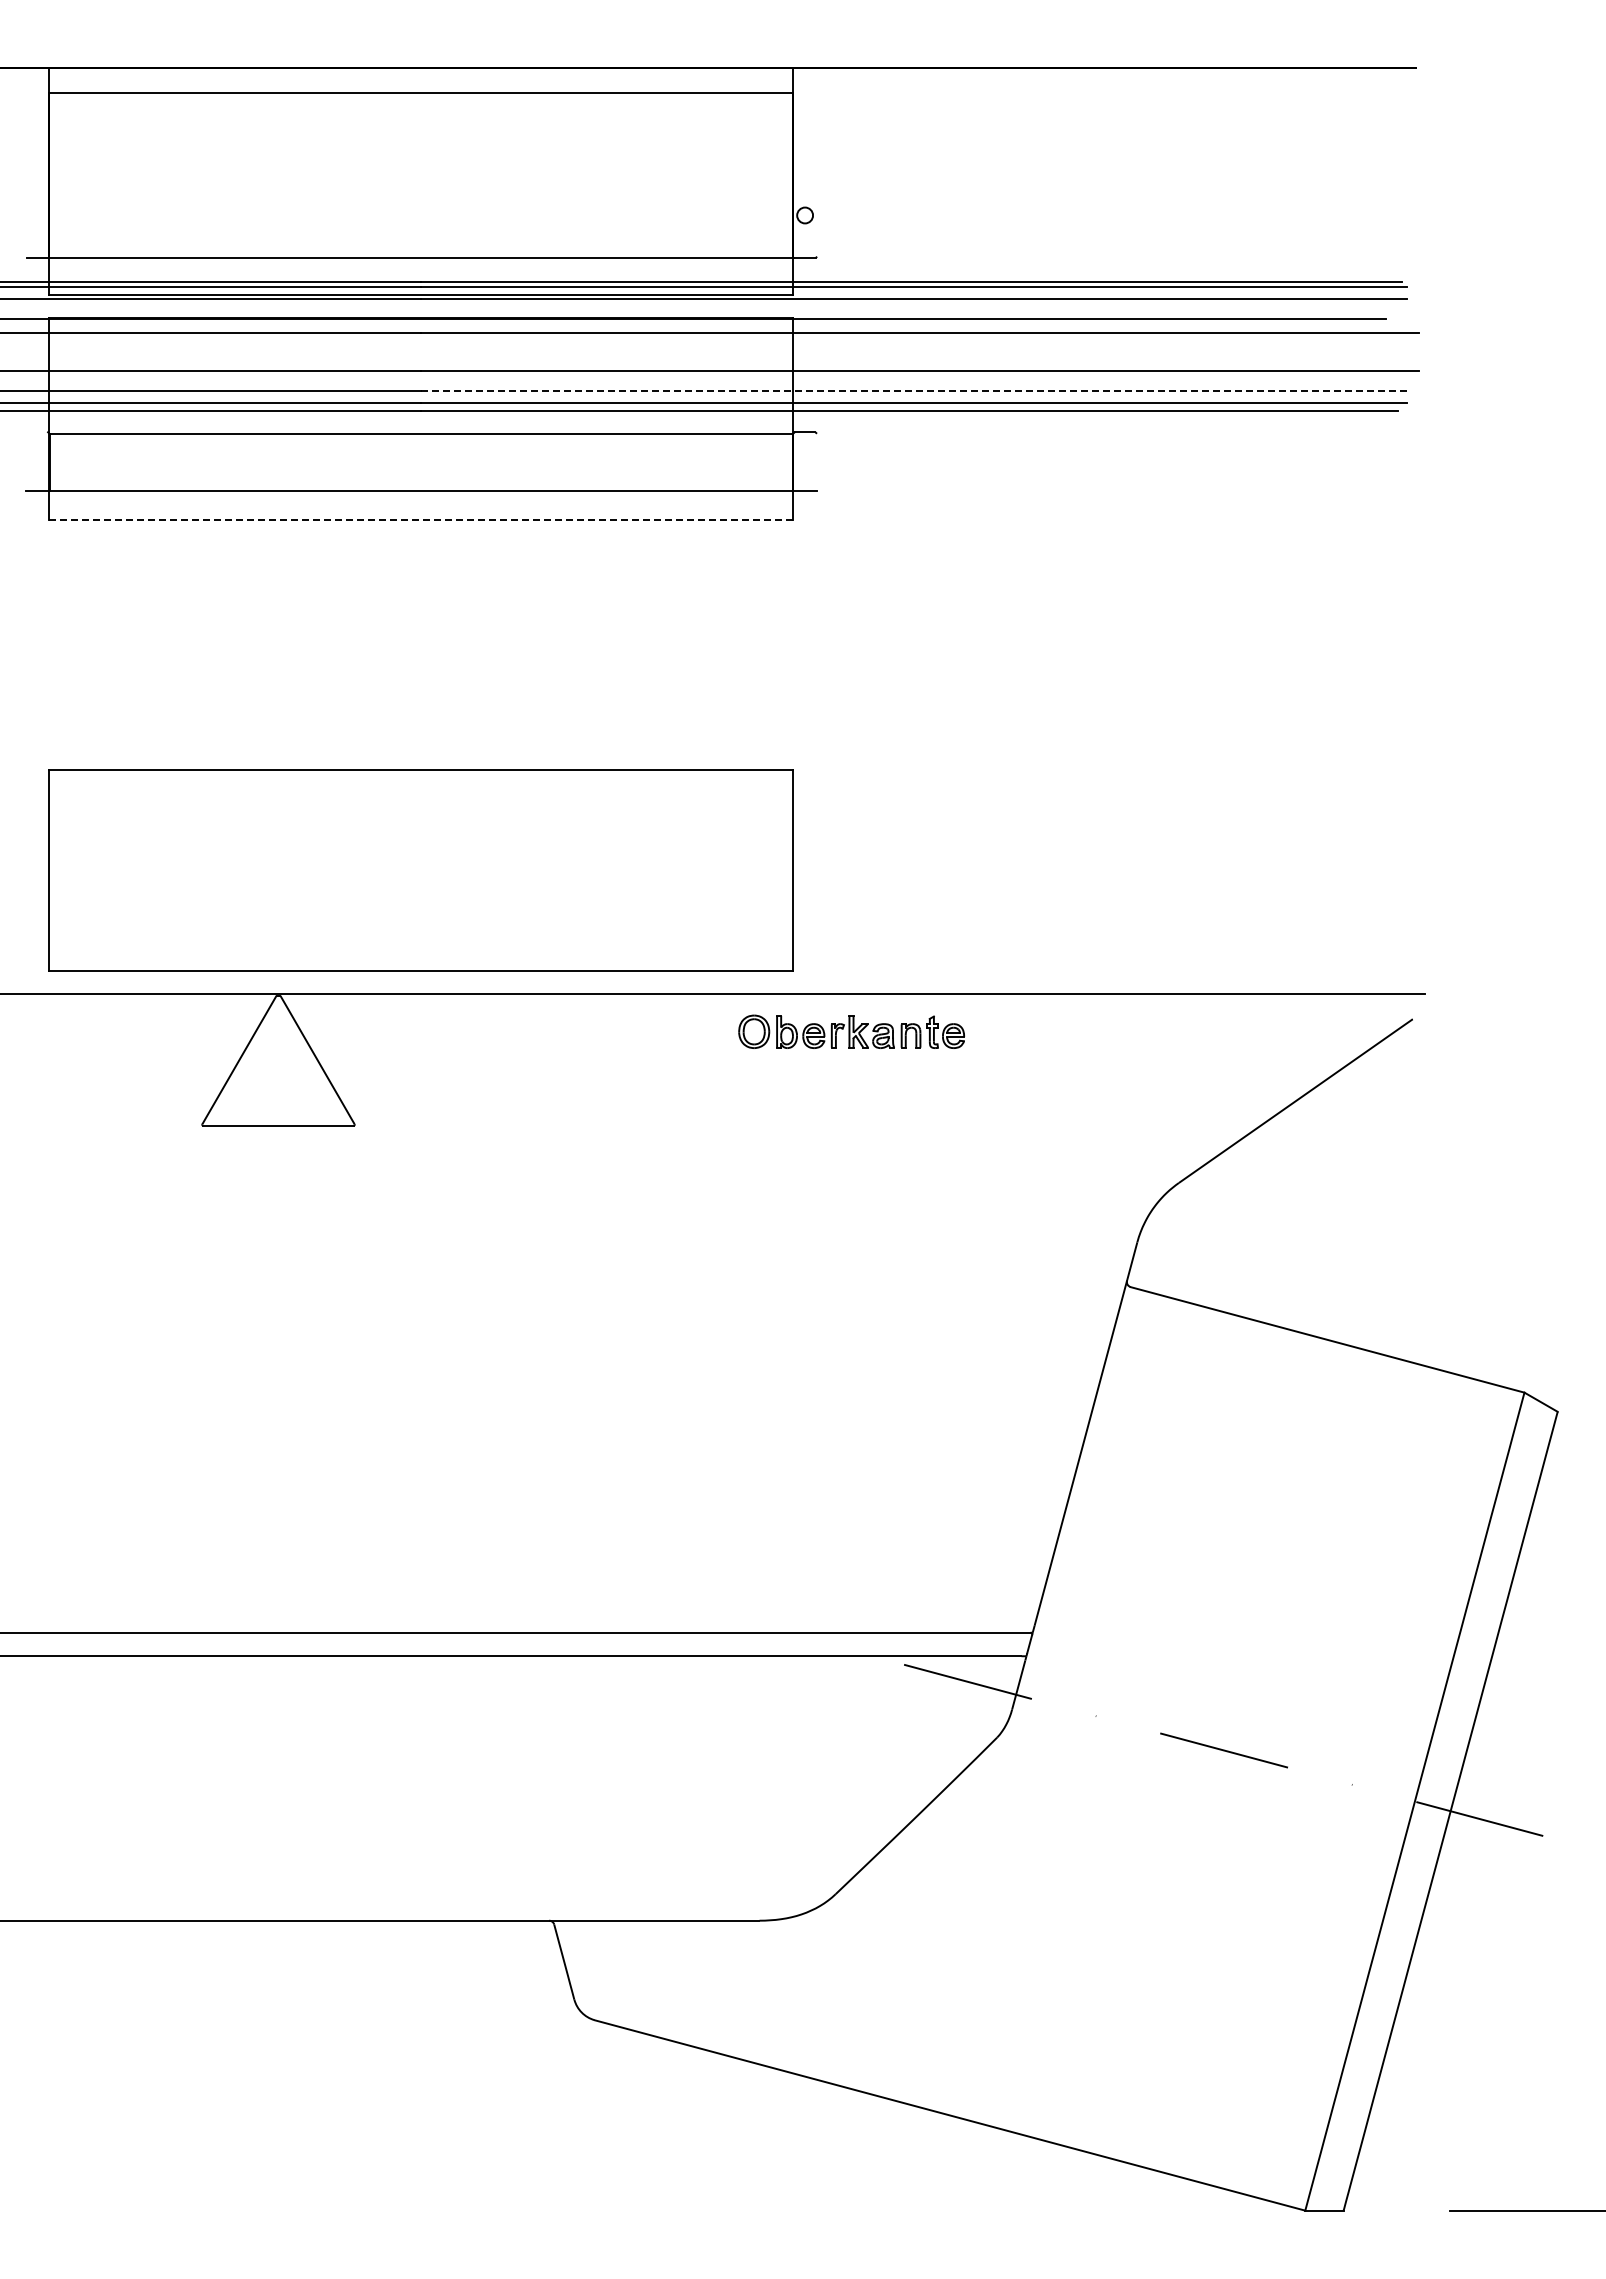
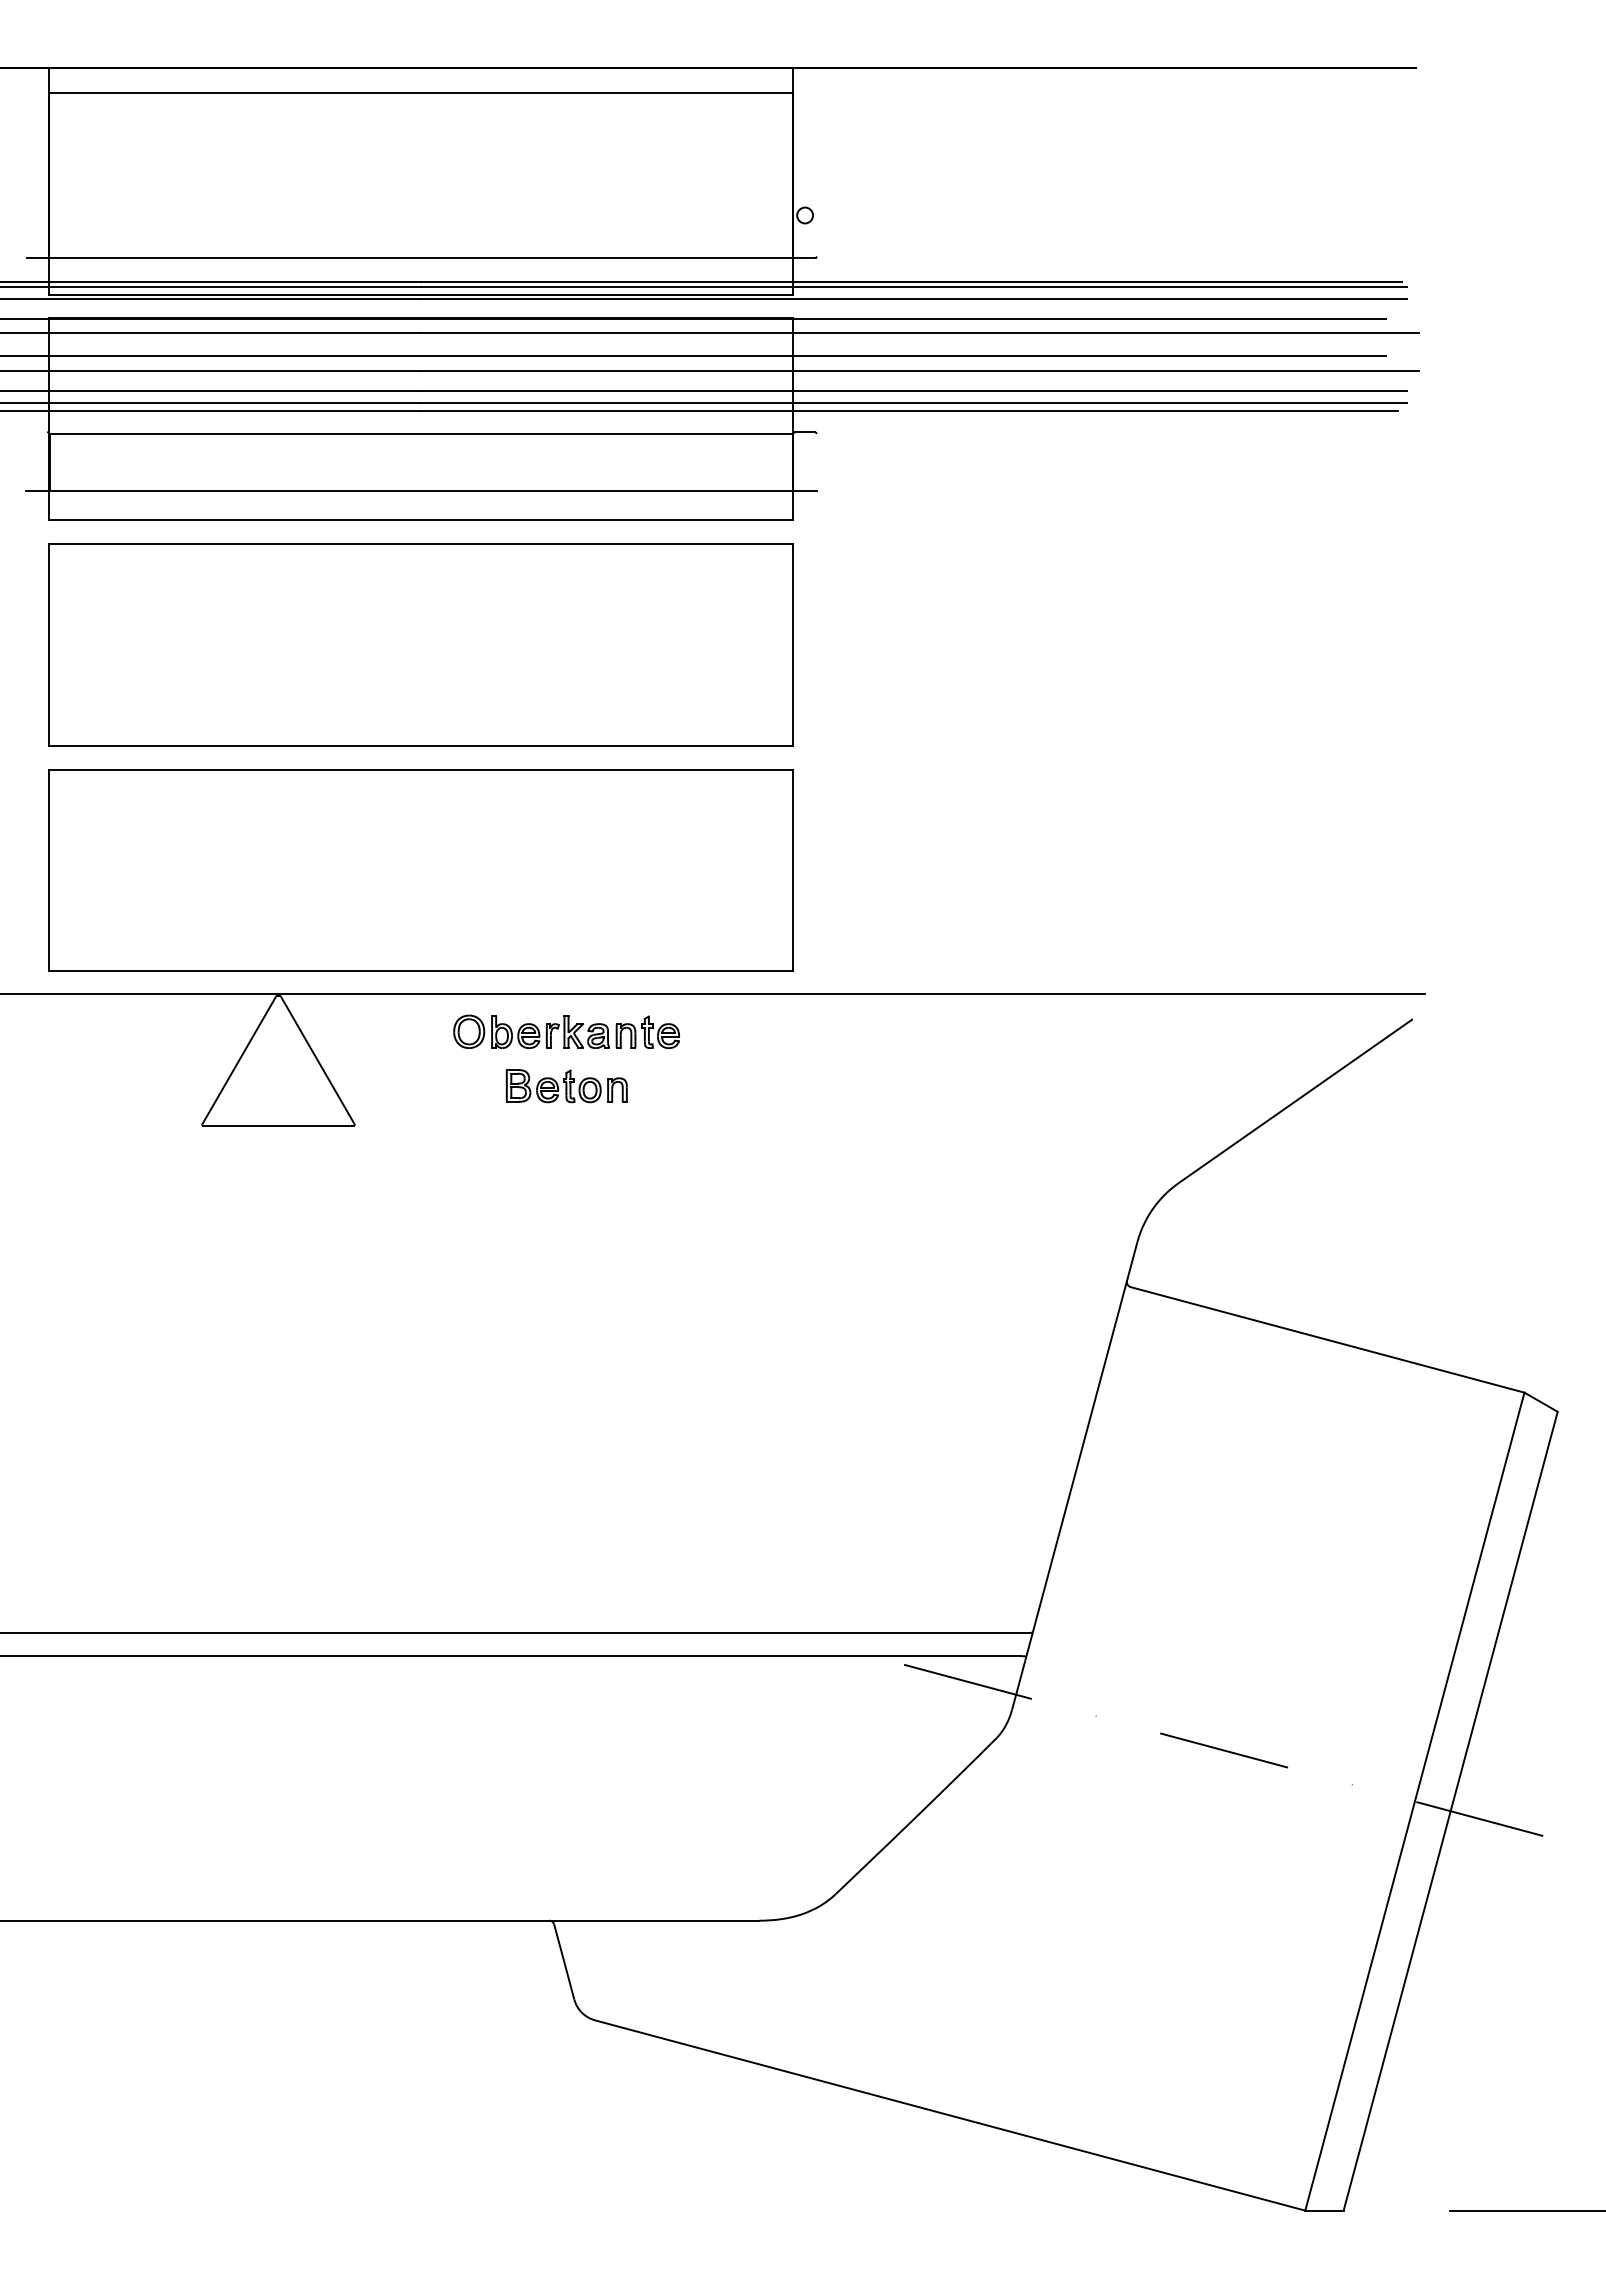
line at (694, 356): none -> present
line at (914, 391): dashed -> solid
line at (420, 520): dashed -> solid
part at (420, 644): none -> present
part at (851, 1031) position: (851, 1031) -> (566, 1031)
part at (566, 1086): none -> present
